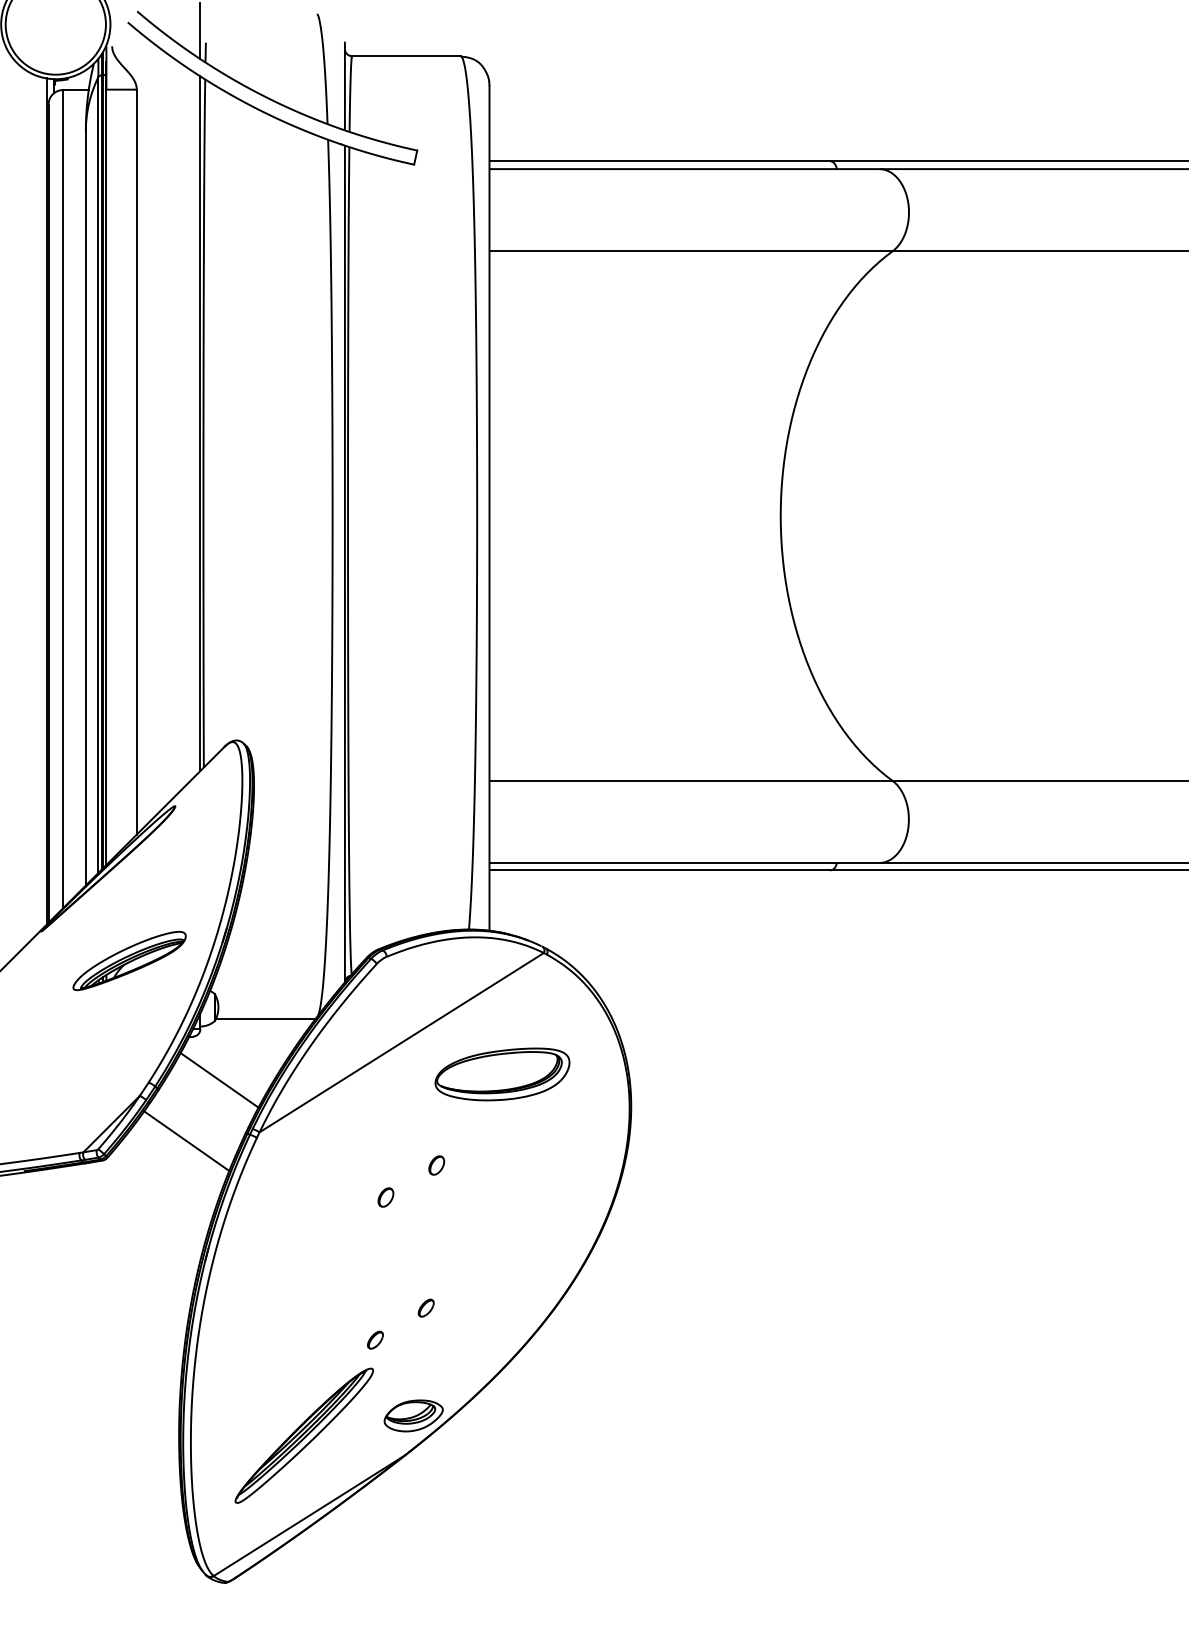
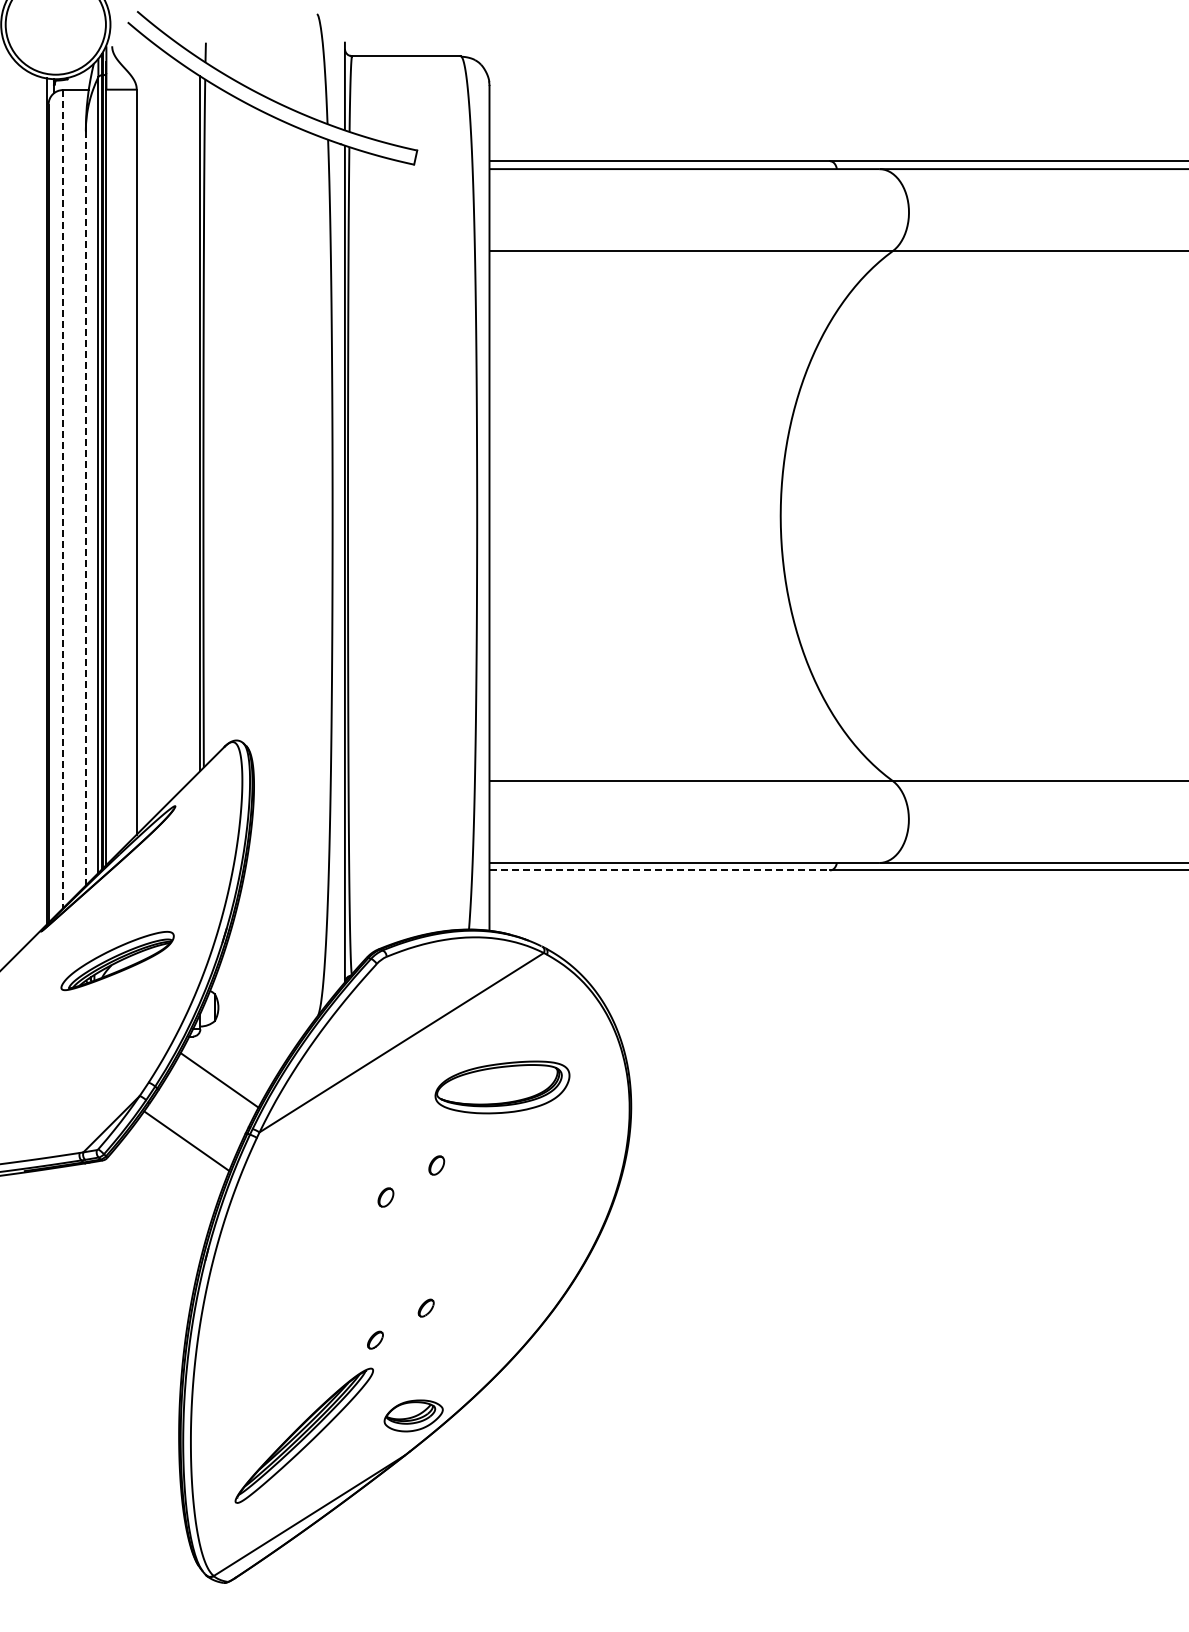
line at (200, 30): present -> none
line at (63, 499): solid -> dashed
line at (85, 508): solid -> dashed
line at (660, 870): solid -> dashed
part at (129, 961) position: (129, 961) -> (117, 961)
line at (265, 1018): present -> none
part at (502, 1074) position: (502, 1074) -> (502, 1087)
